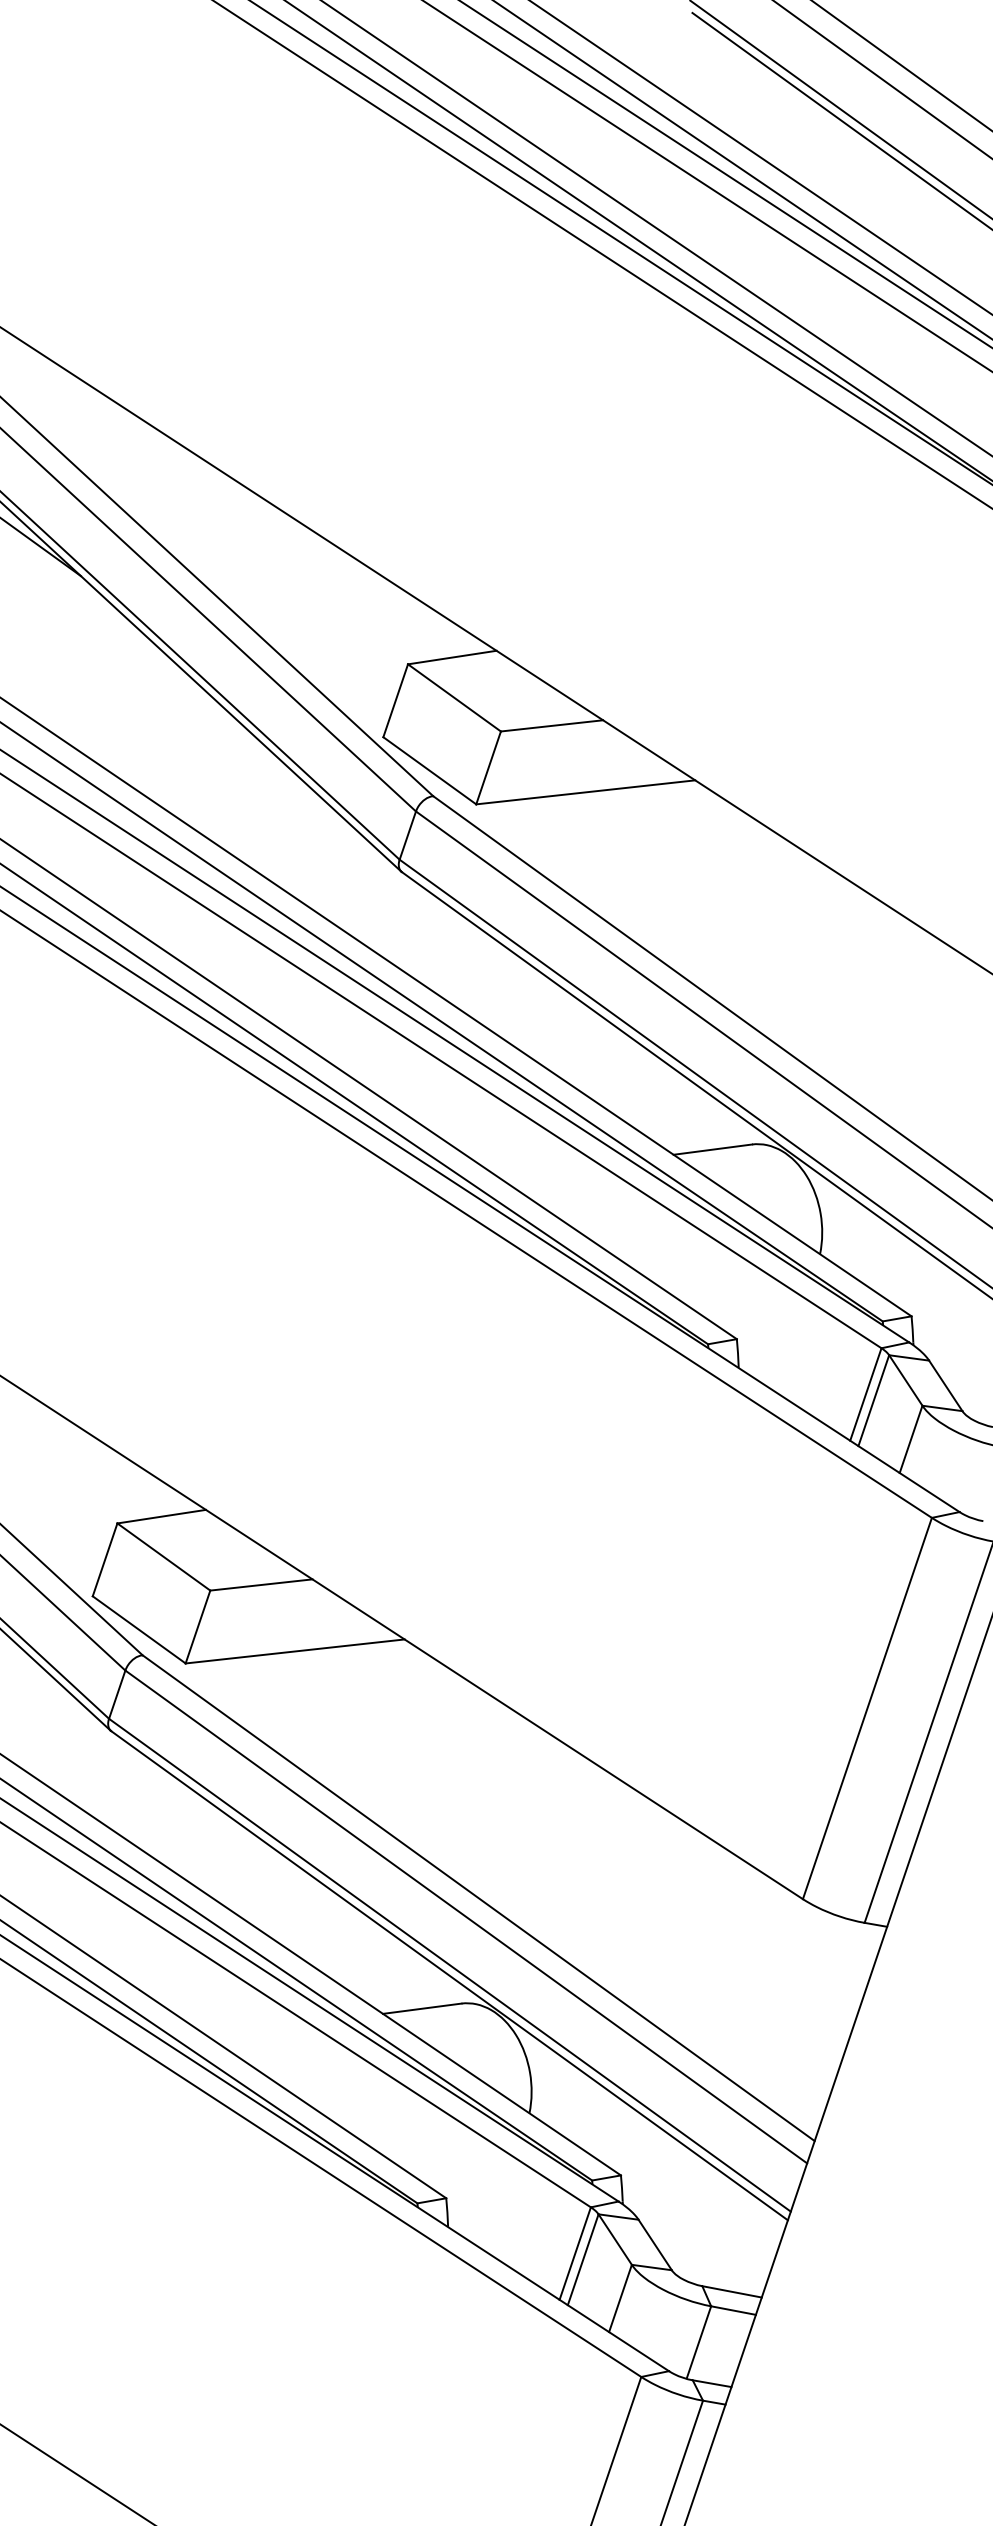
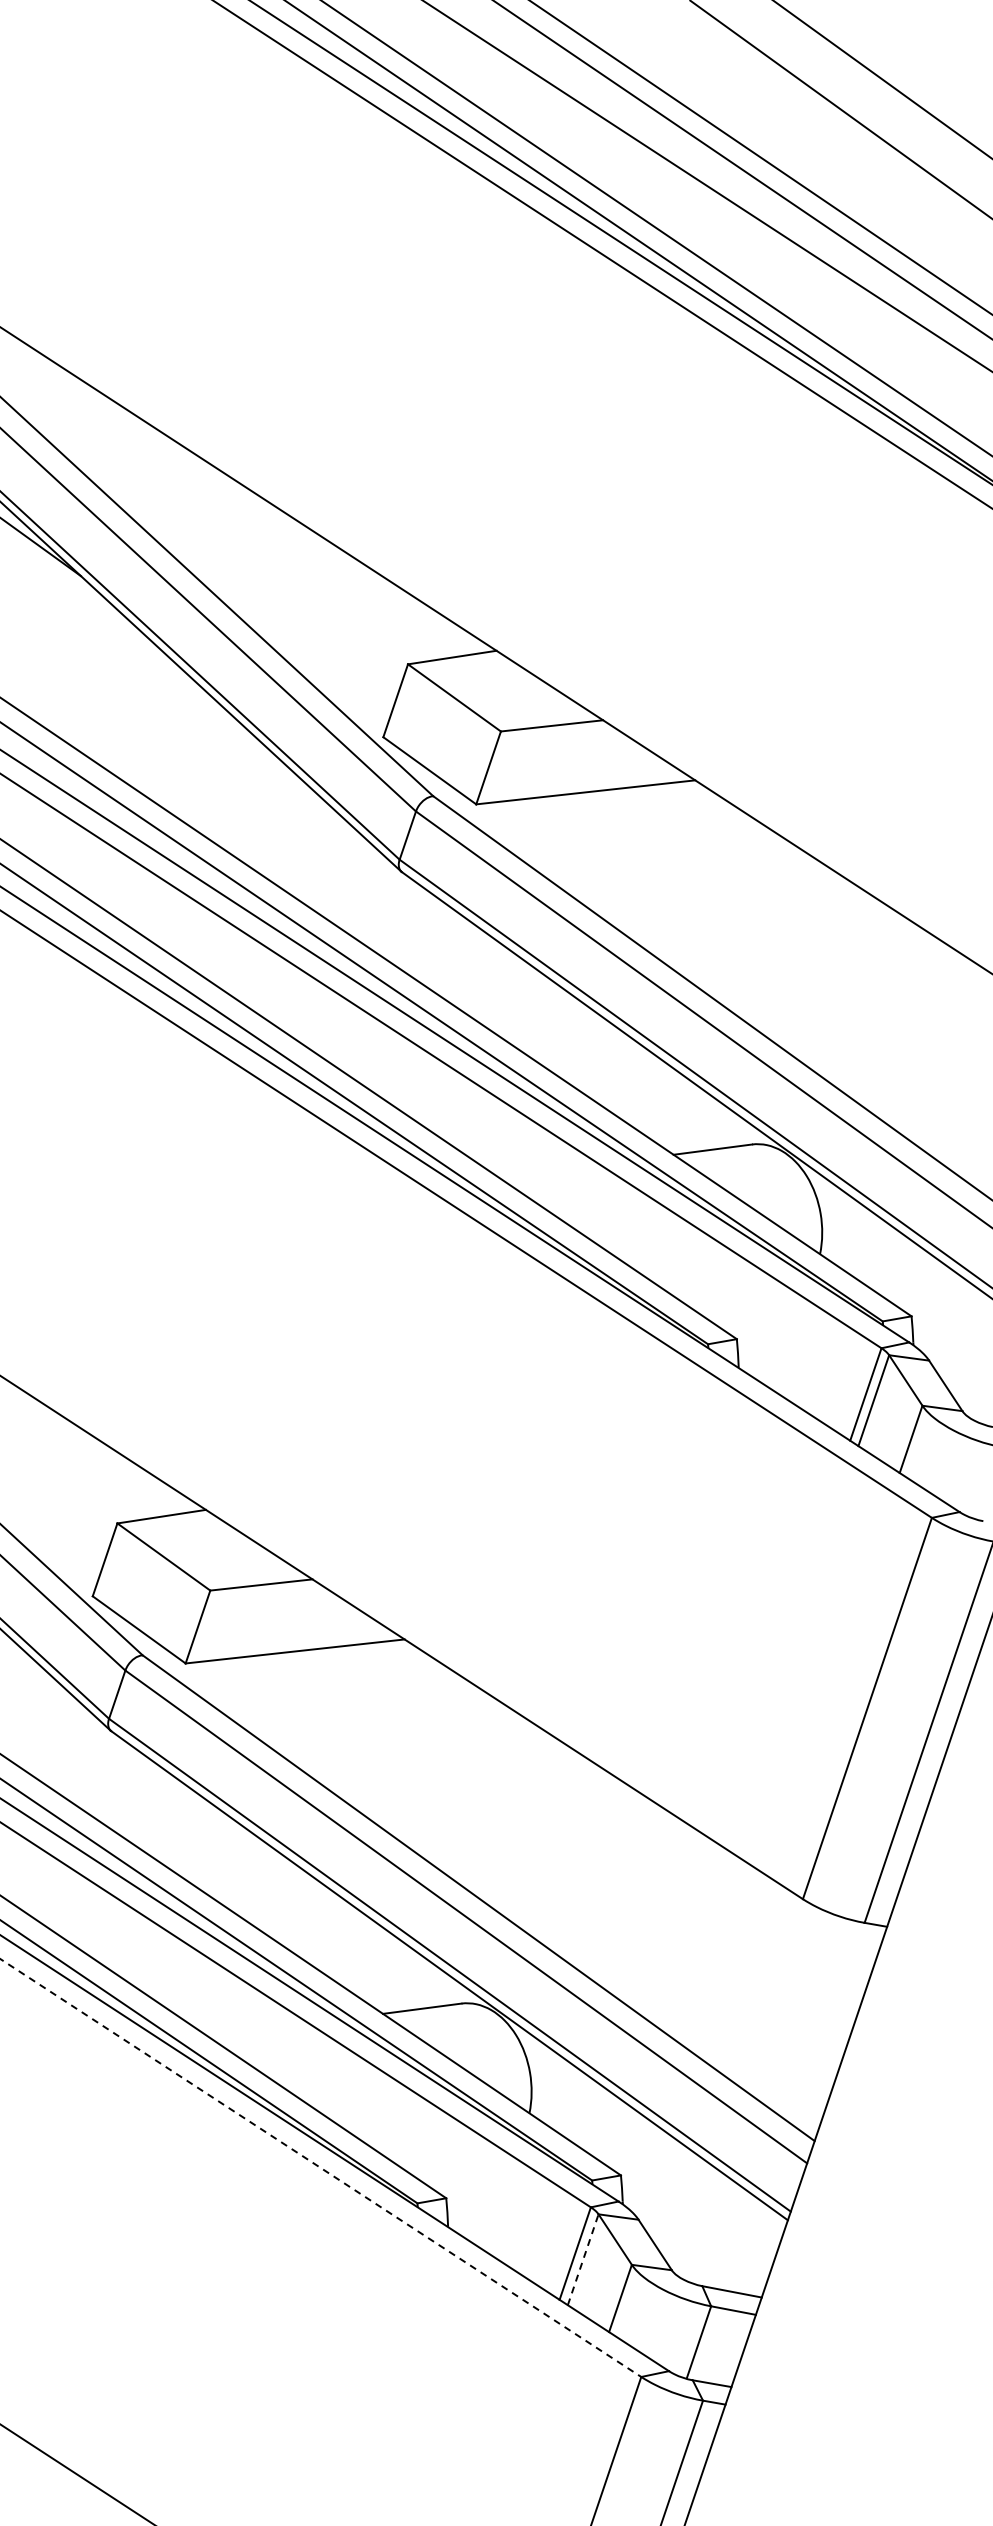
line at (901, 65): present -> none
line at (840, 119): present -> none
line at (725, 174): present -> none
line at (320, 2167): solid -> dashed
line at (583, 2259): solid -> dashed
